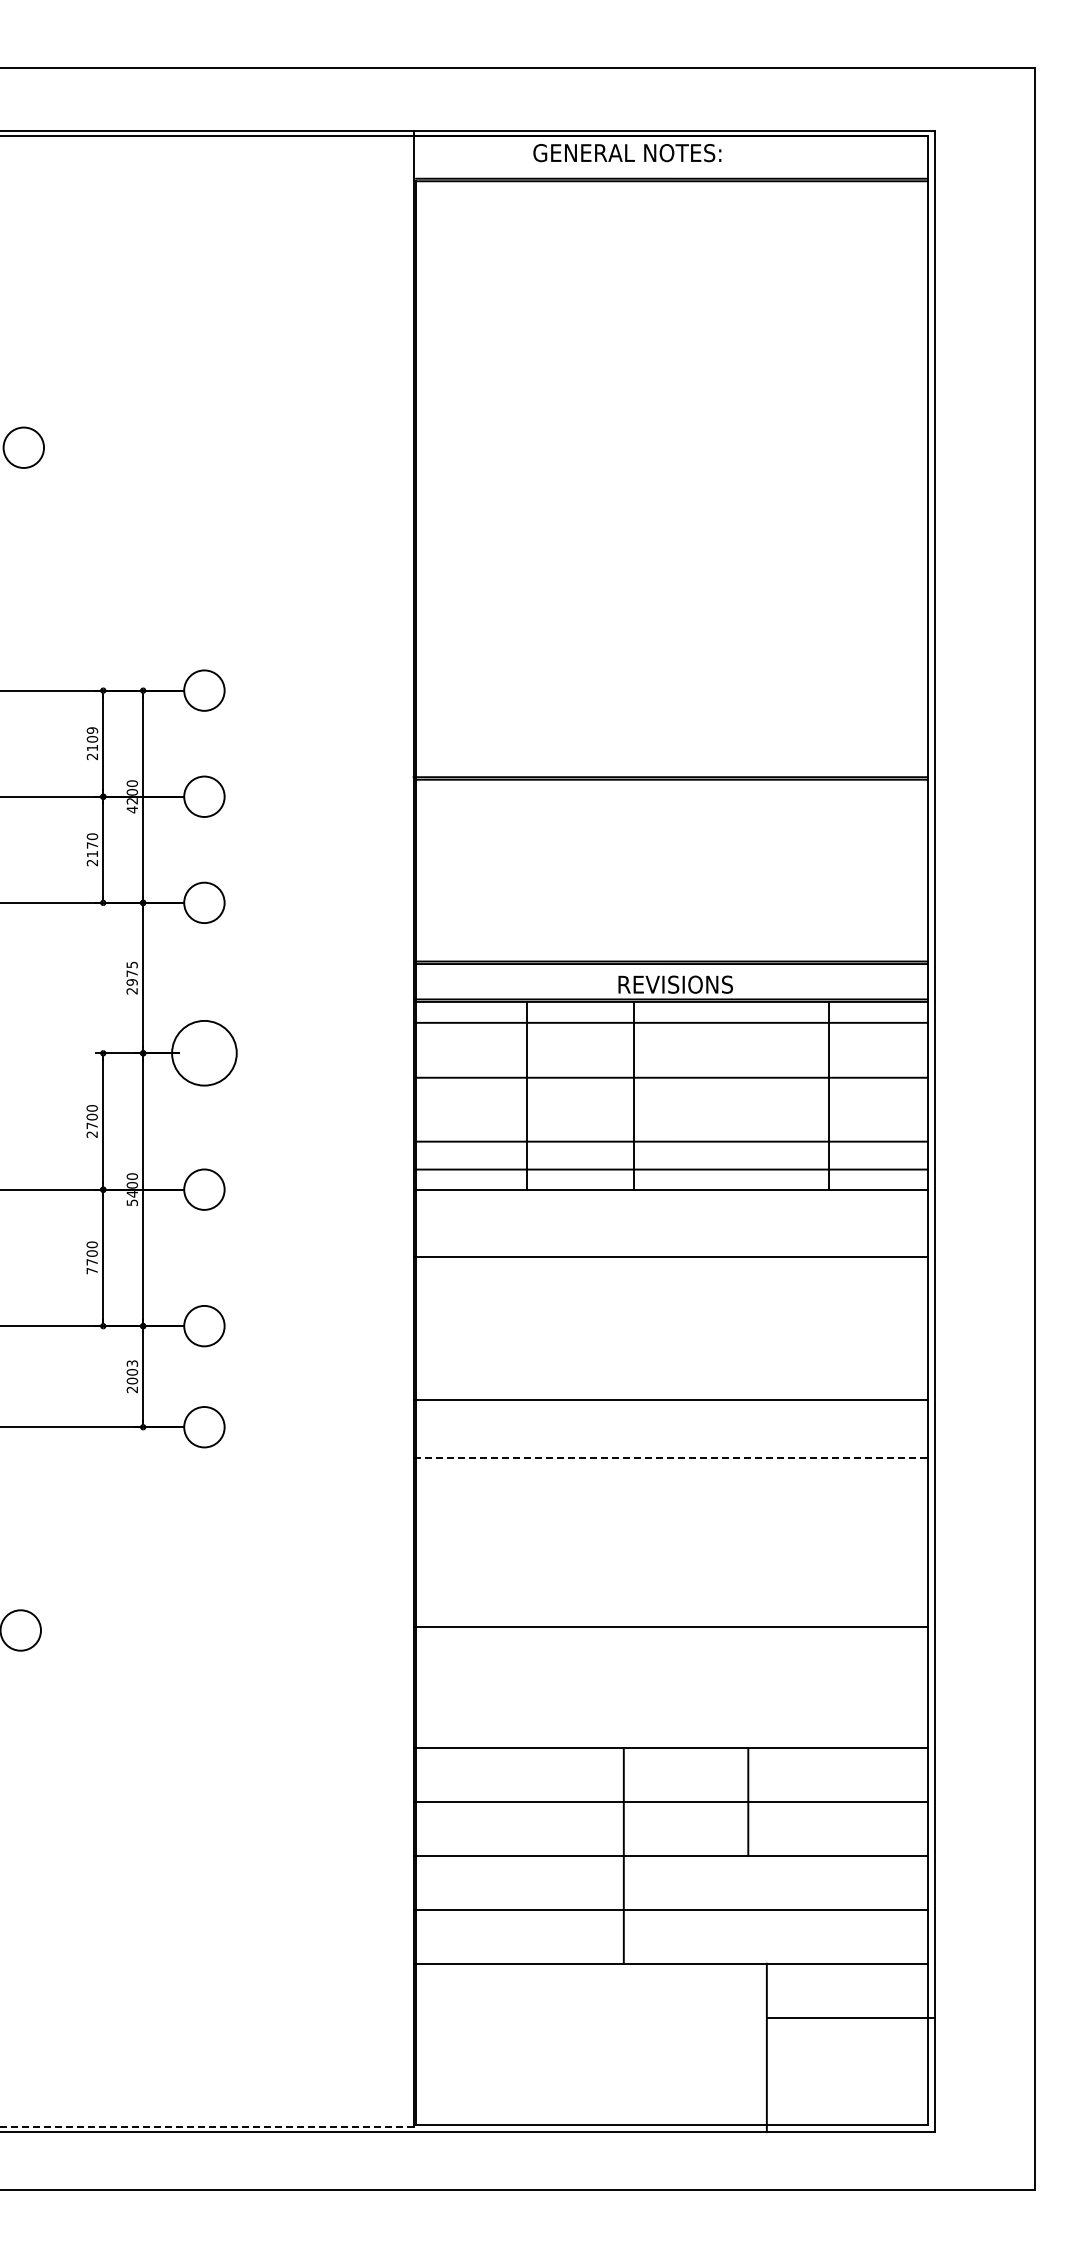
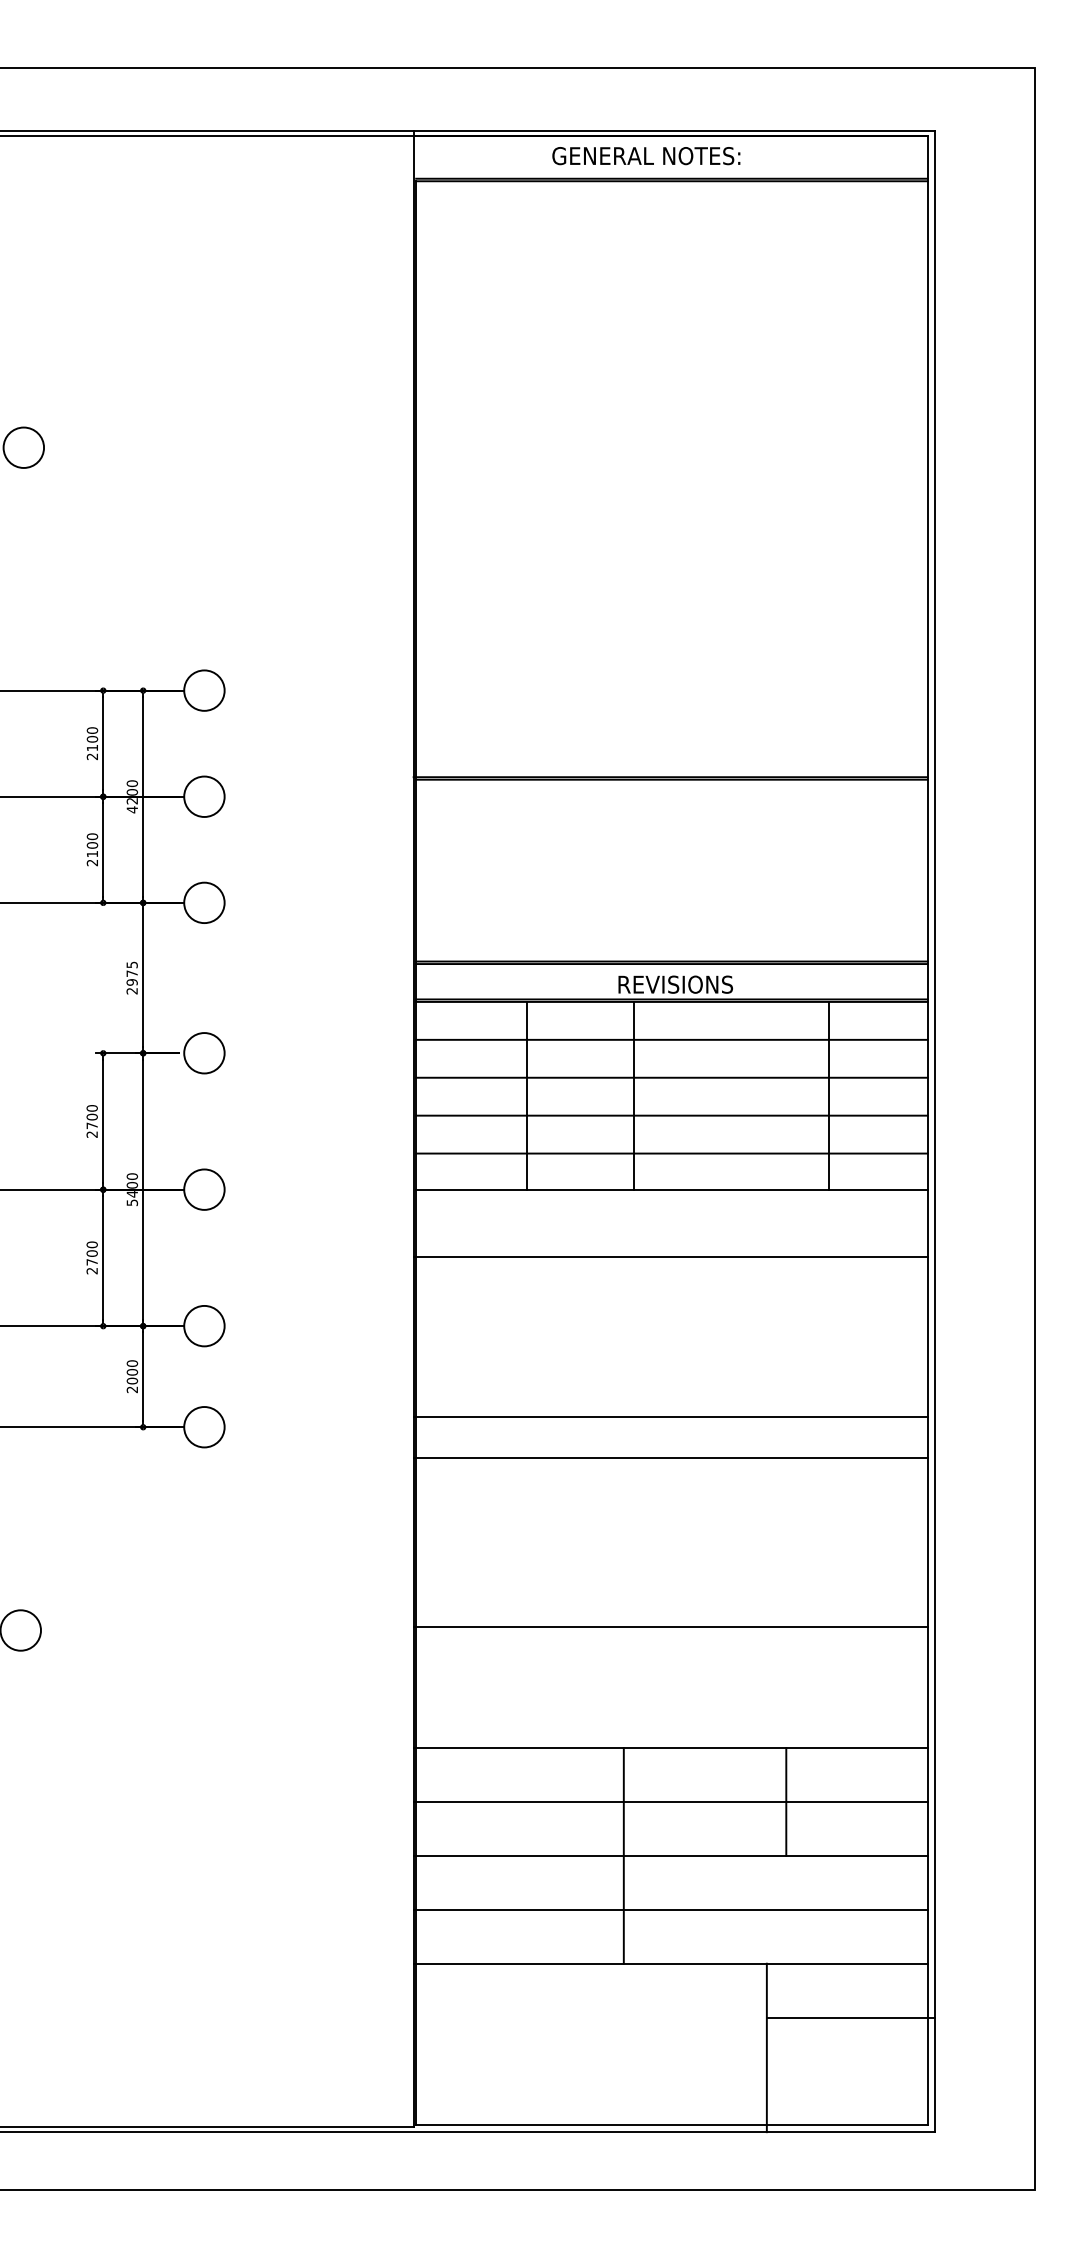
text at (627, 153) position: (627, 153) -> (646, 156)
text at (92, 730): 2109 -> 2100
text at (92, 845): 2170 -> 2100
line at (671, 1022) position: (671, 1022) -> (671, 1039)
circle at (204, 1052) diameter: 65 px -> 40 px
line at (671, 1141) position: (671, 1141) -> (671, 1115)
line at (671, 1169) position: (671, 1169) -> (671, 1153)
text at (91, 1271): 7700 -> 2700
text at (132, 1363): 2003 -> 2000
line at (670, 1400) position: (670, 1400) -> (670, 1417)
line at (671, 1458): dashed -> solid
line at (748, 1801) position: (748, 1801) -> (786, 1801)
line at (206, 2127): dashed -> solid
